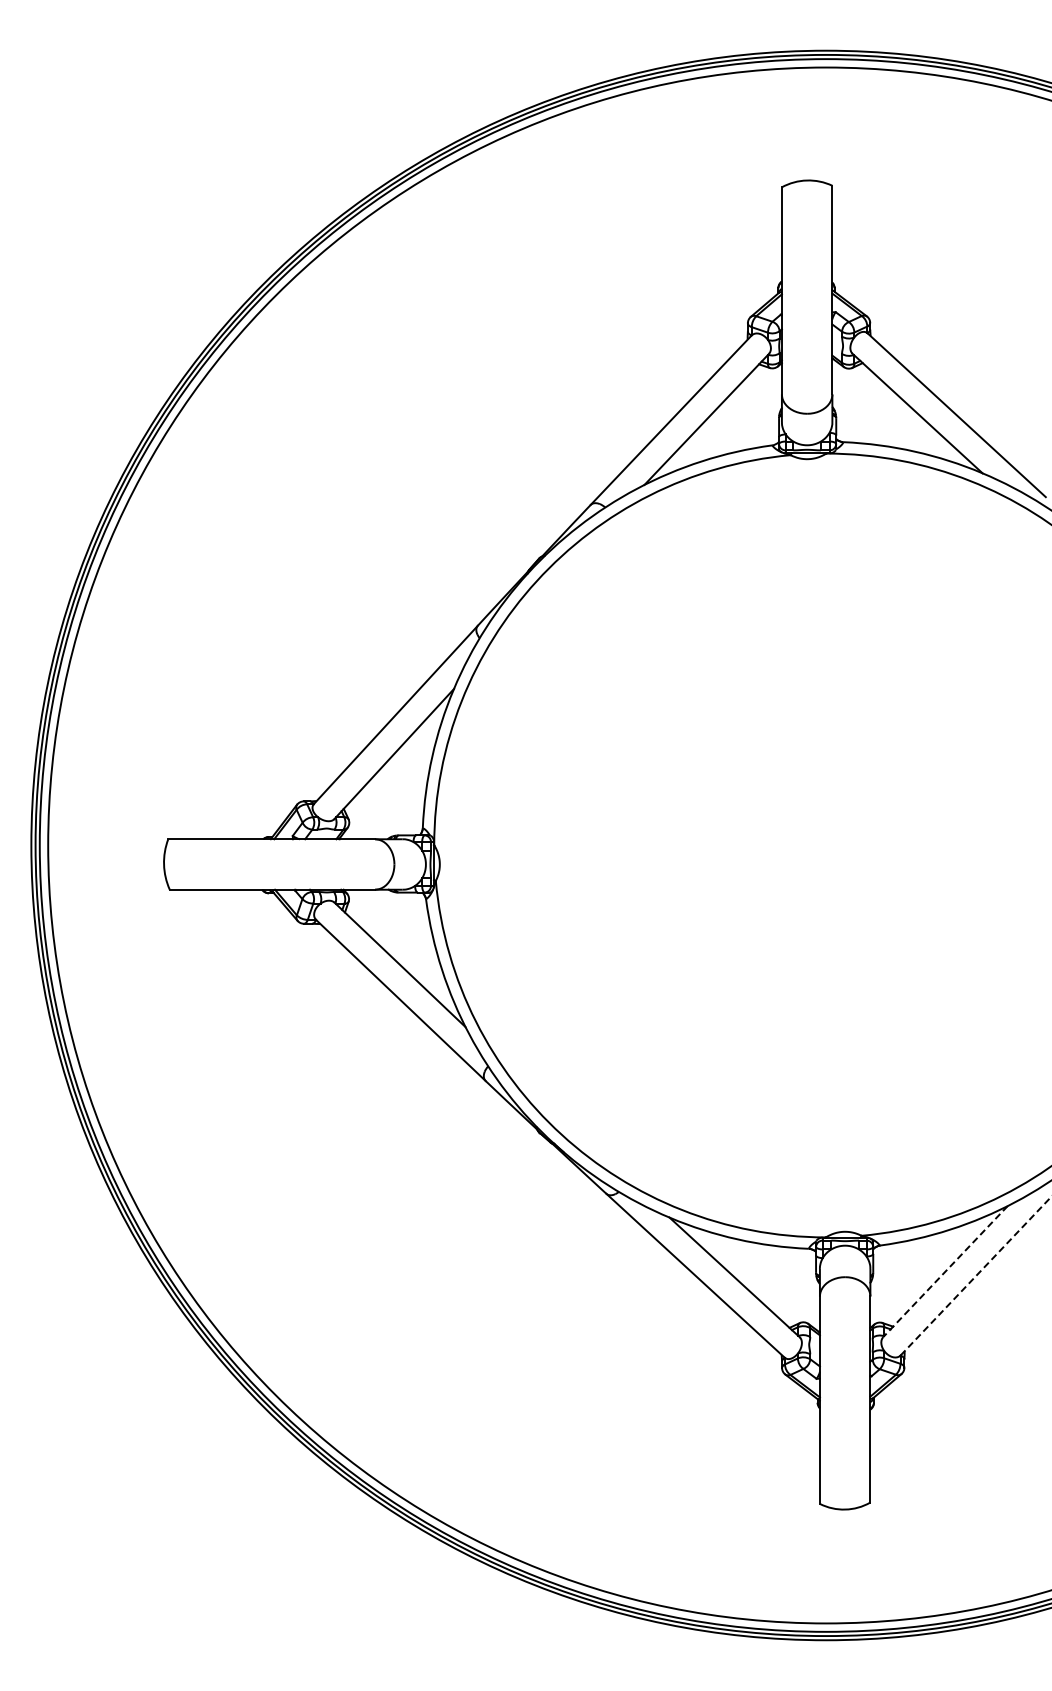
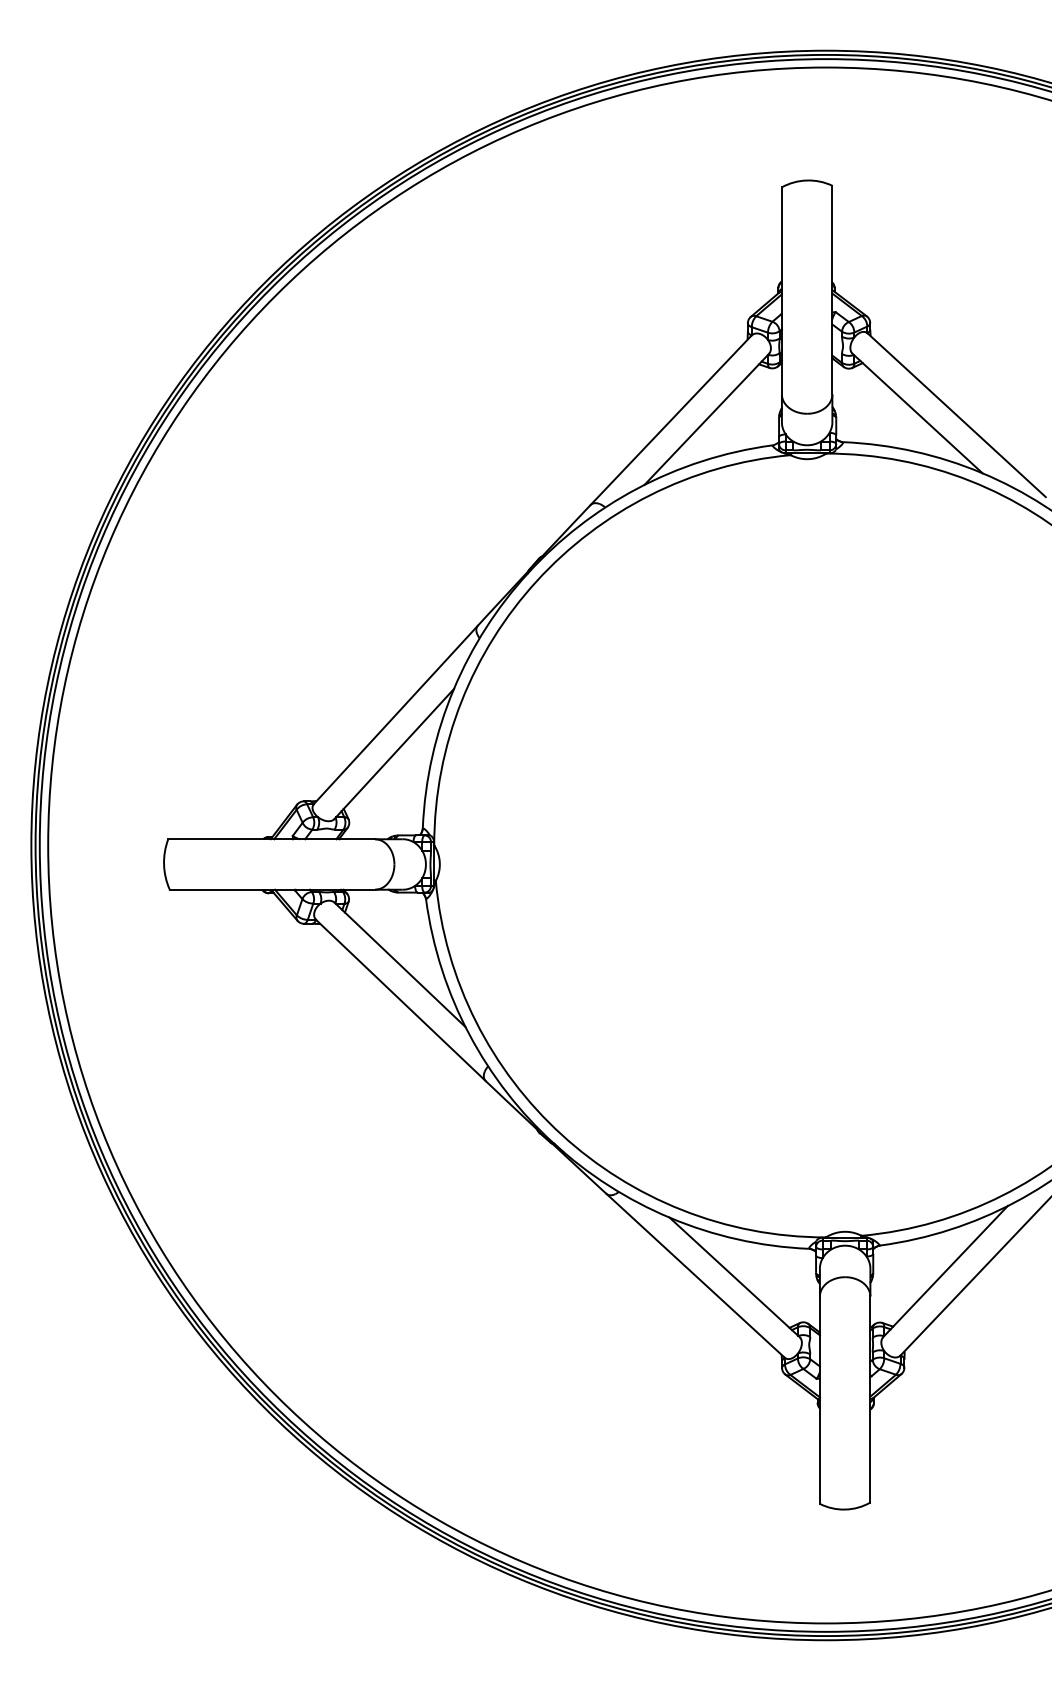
line at (945, 1271): dashed -> solid
line at (976, 1275): dashed -> solid
